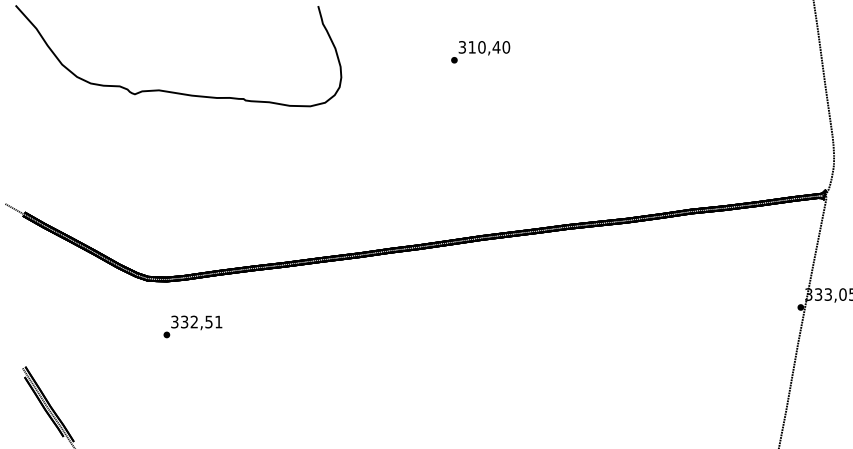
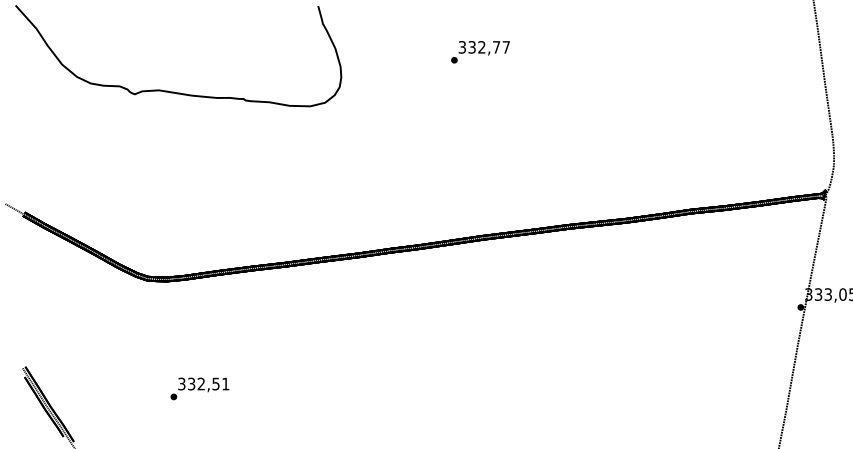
text at (489, 47): 310,40 -> 332,77
text at (192, 326) position: (192, 326) -> (199, 388)
